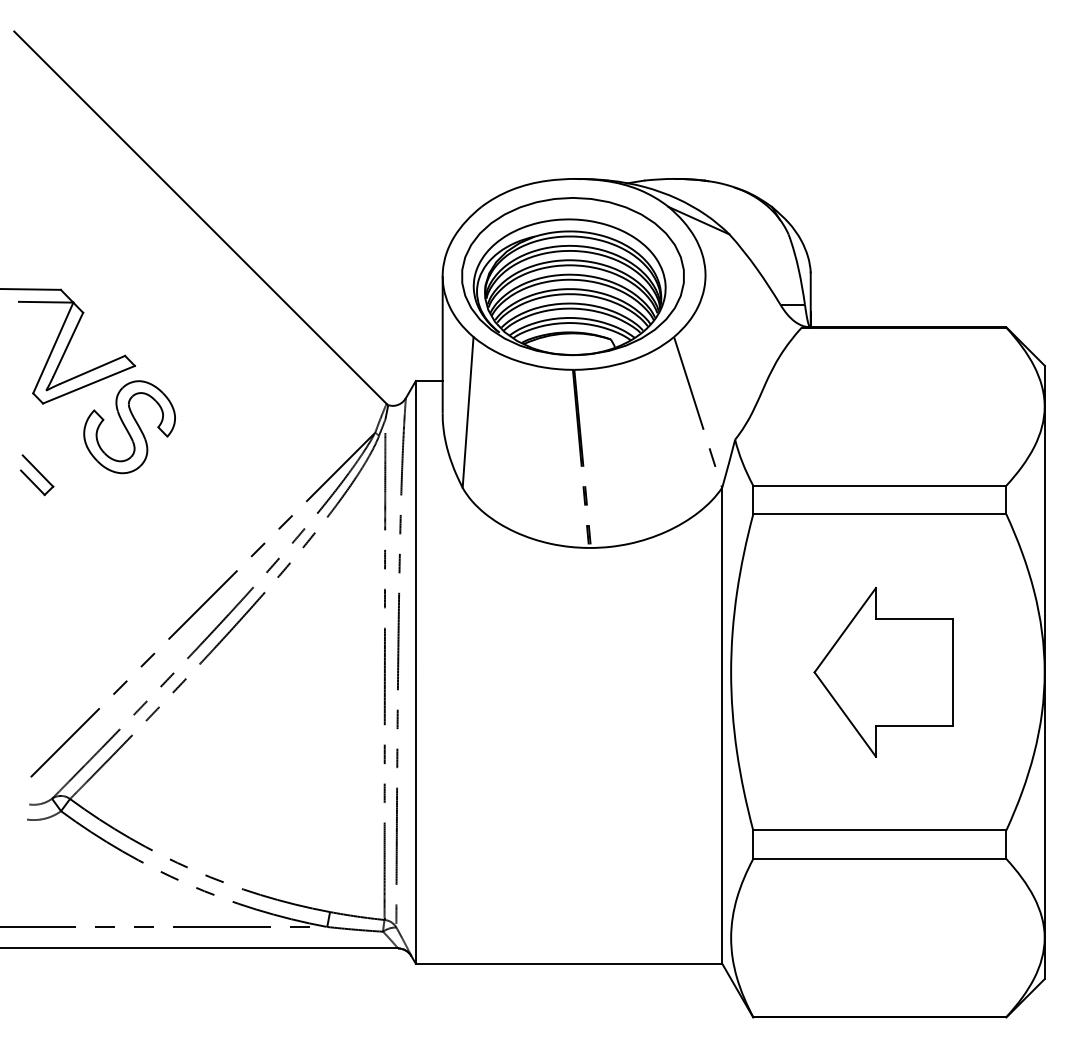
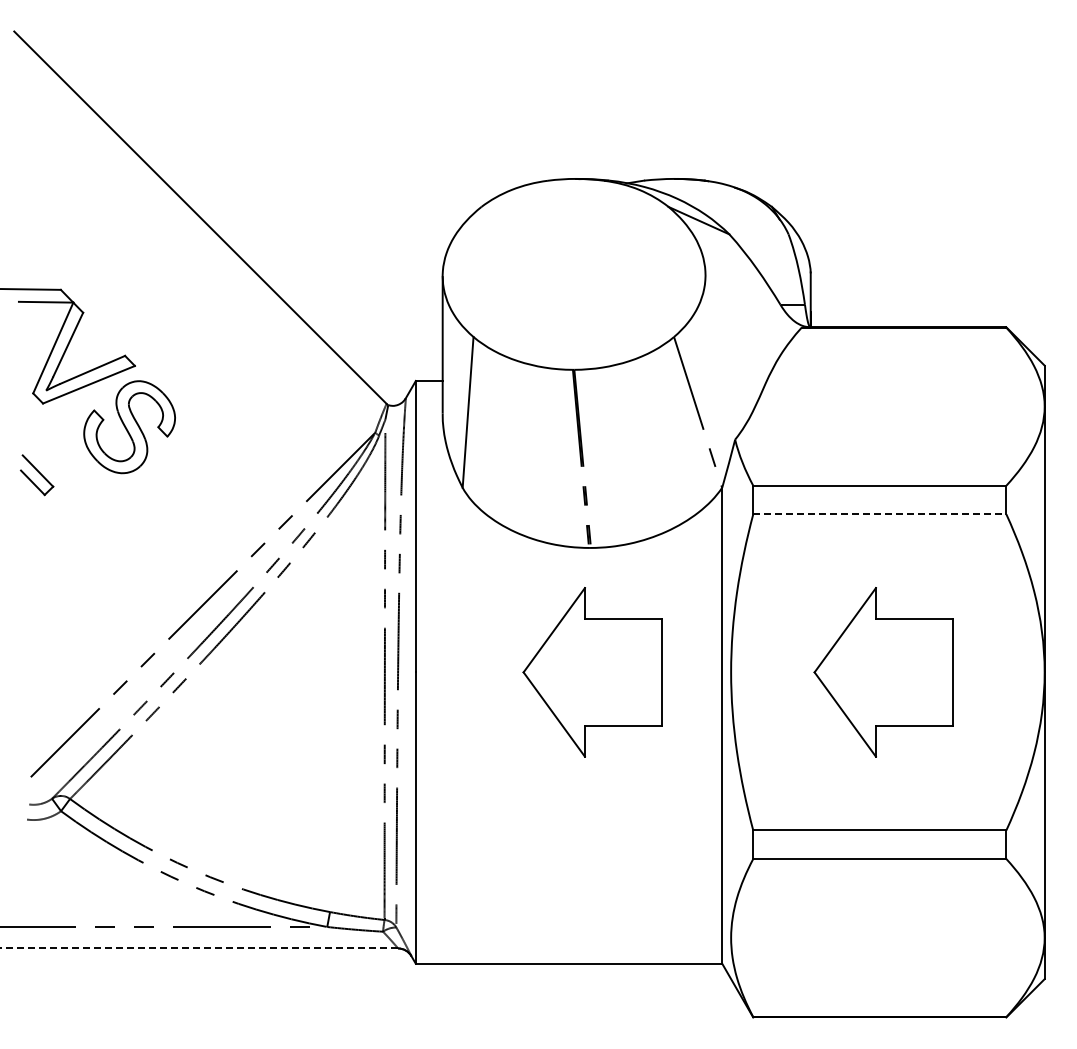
part at (572, 276): present -> none
line at (879, 514): solid -> dashed
part at (592, 672): none -> present
line at (199, 948): solid -> dashed
